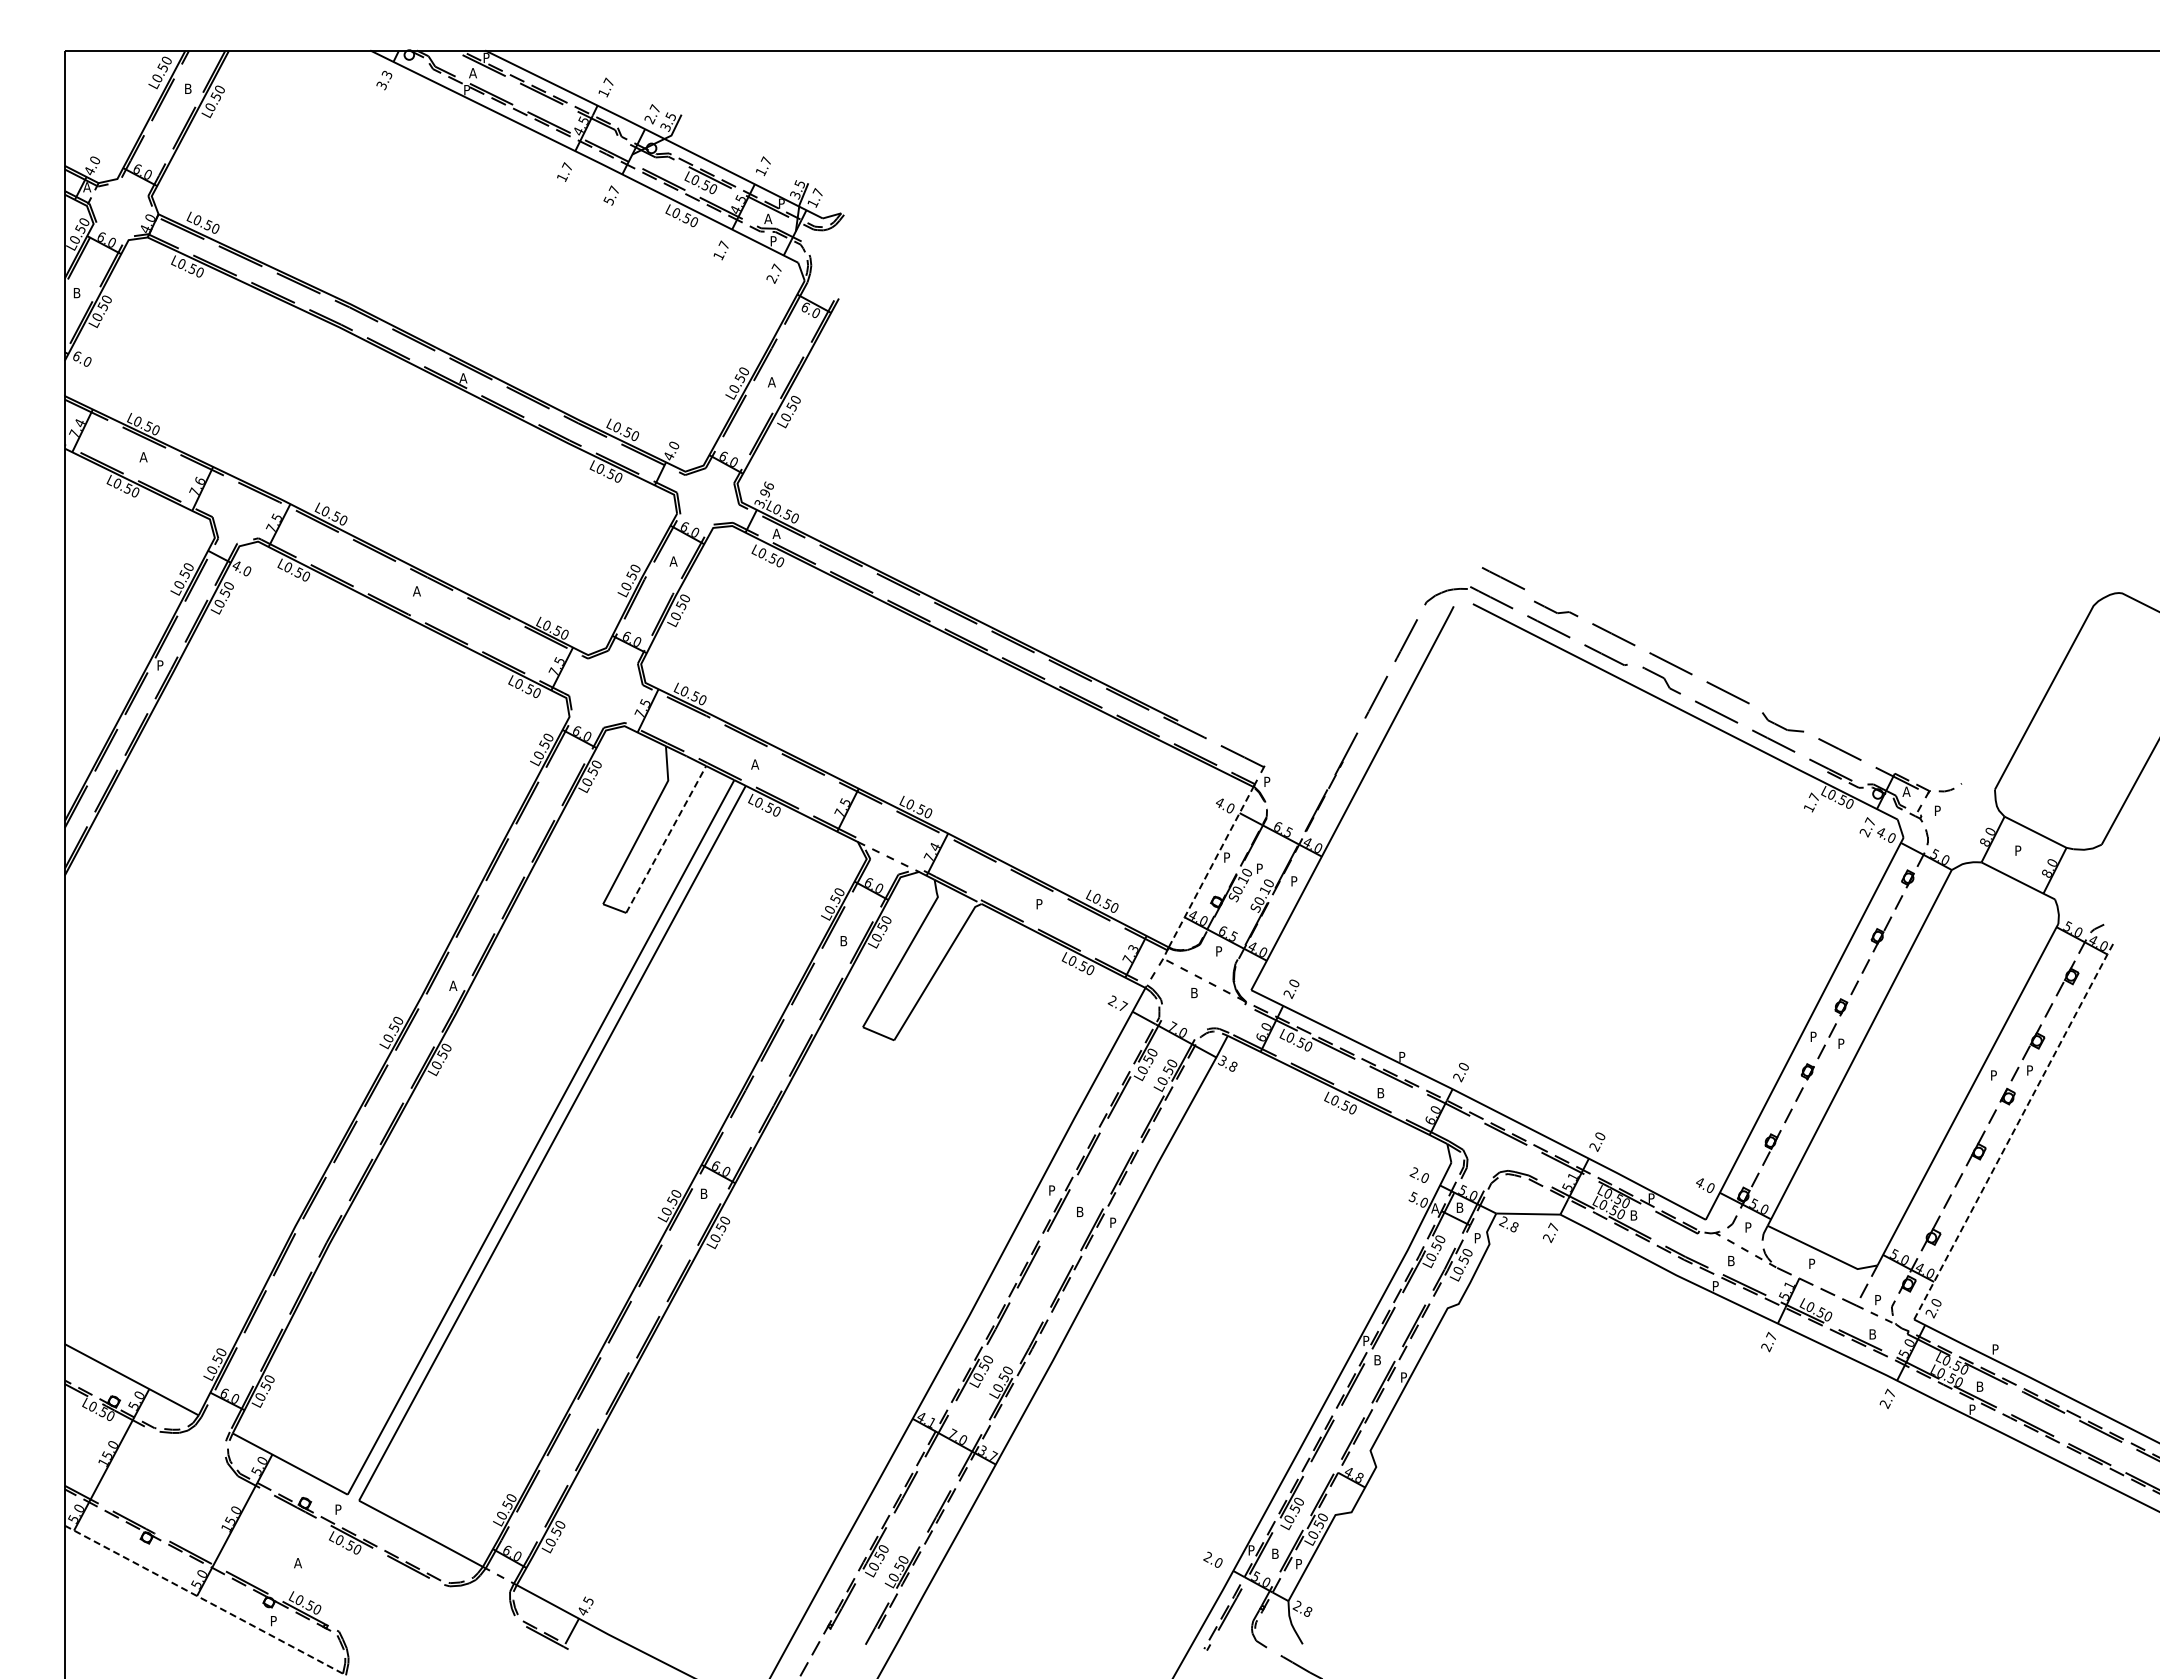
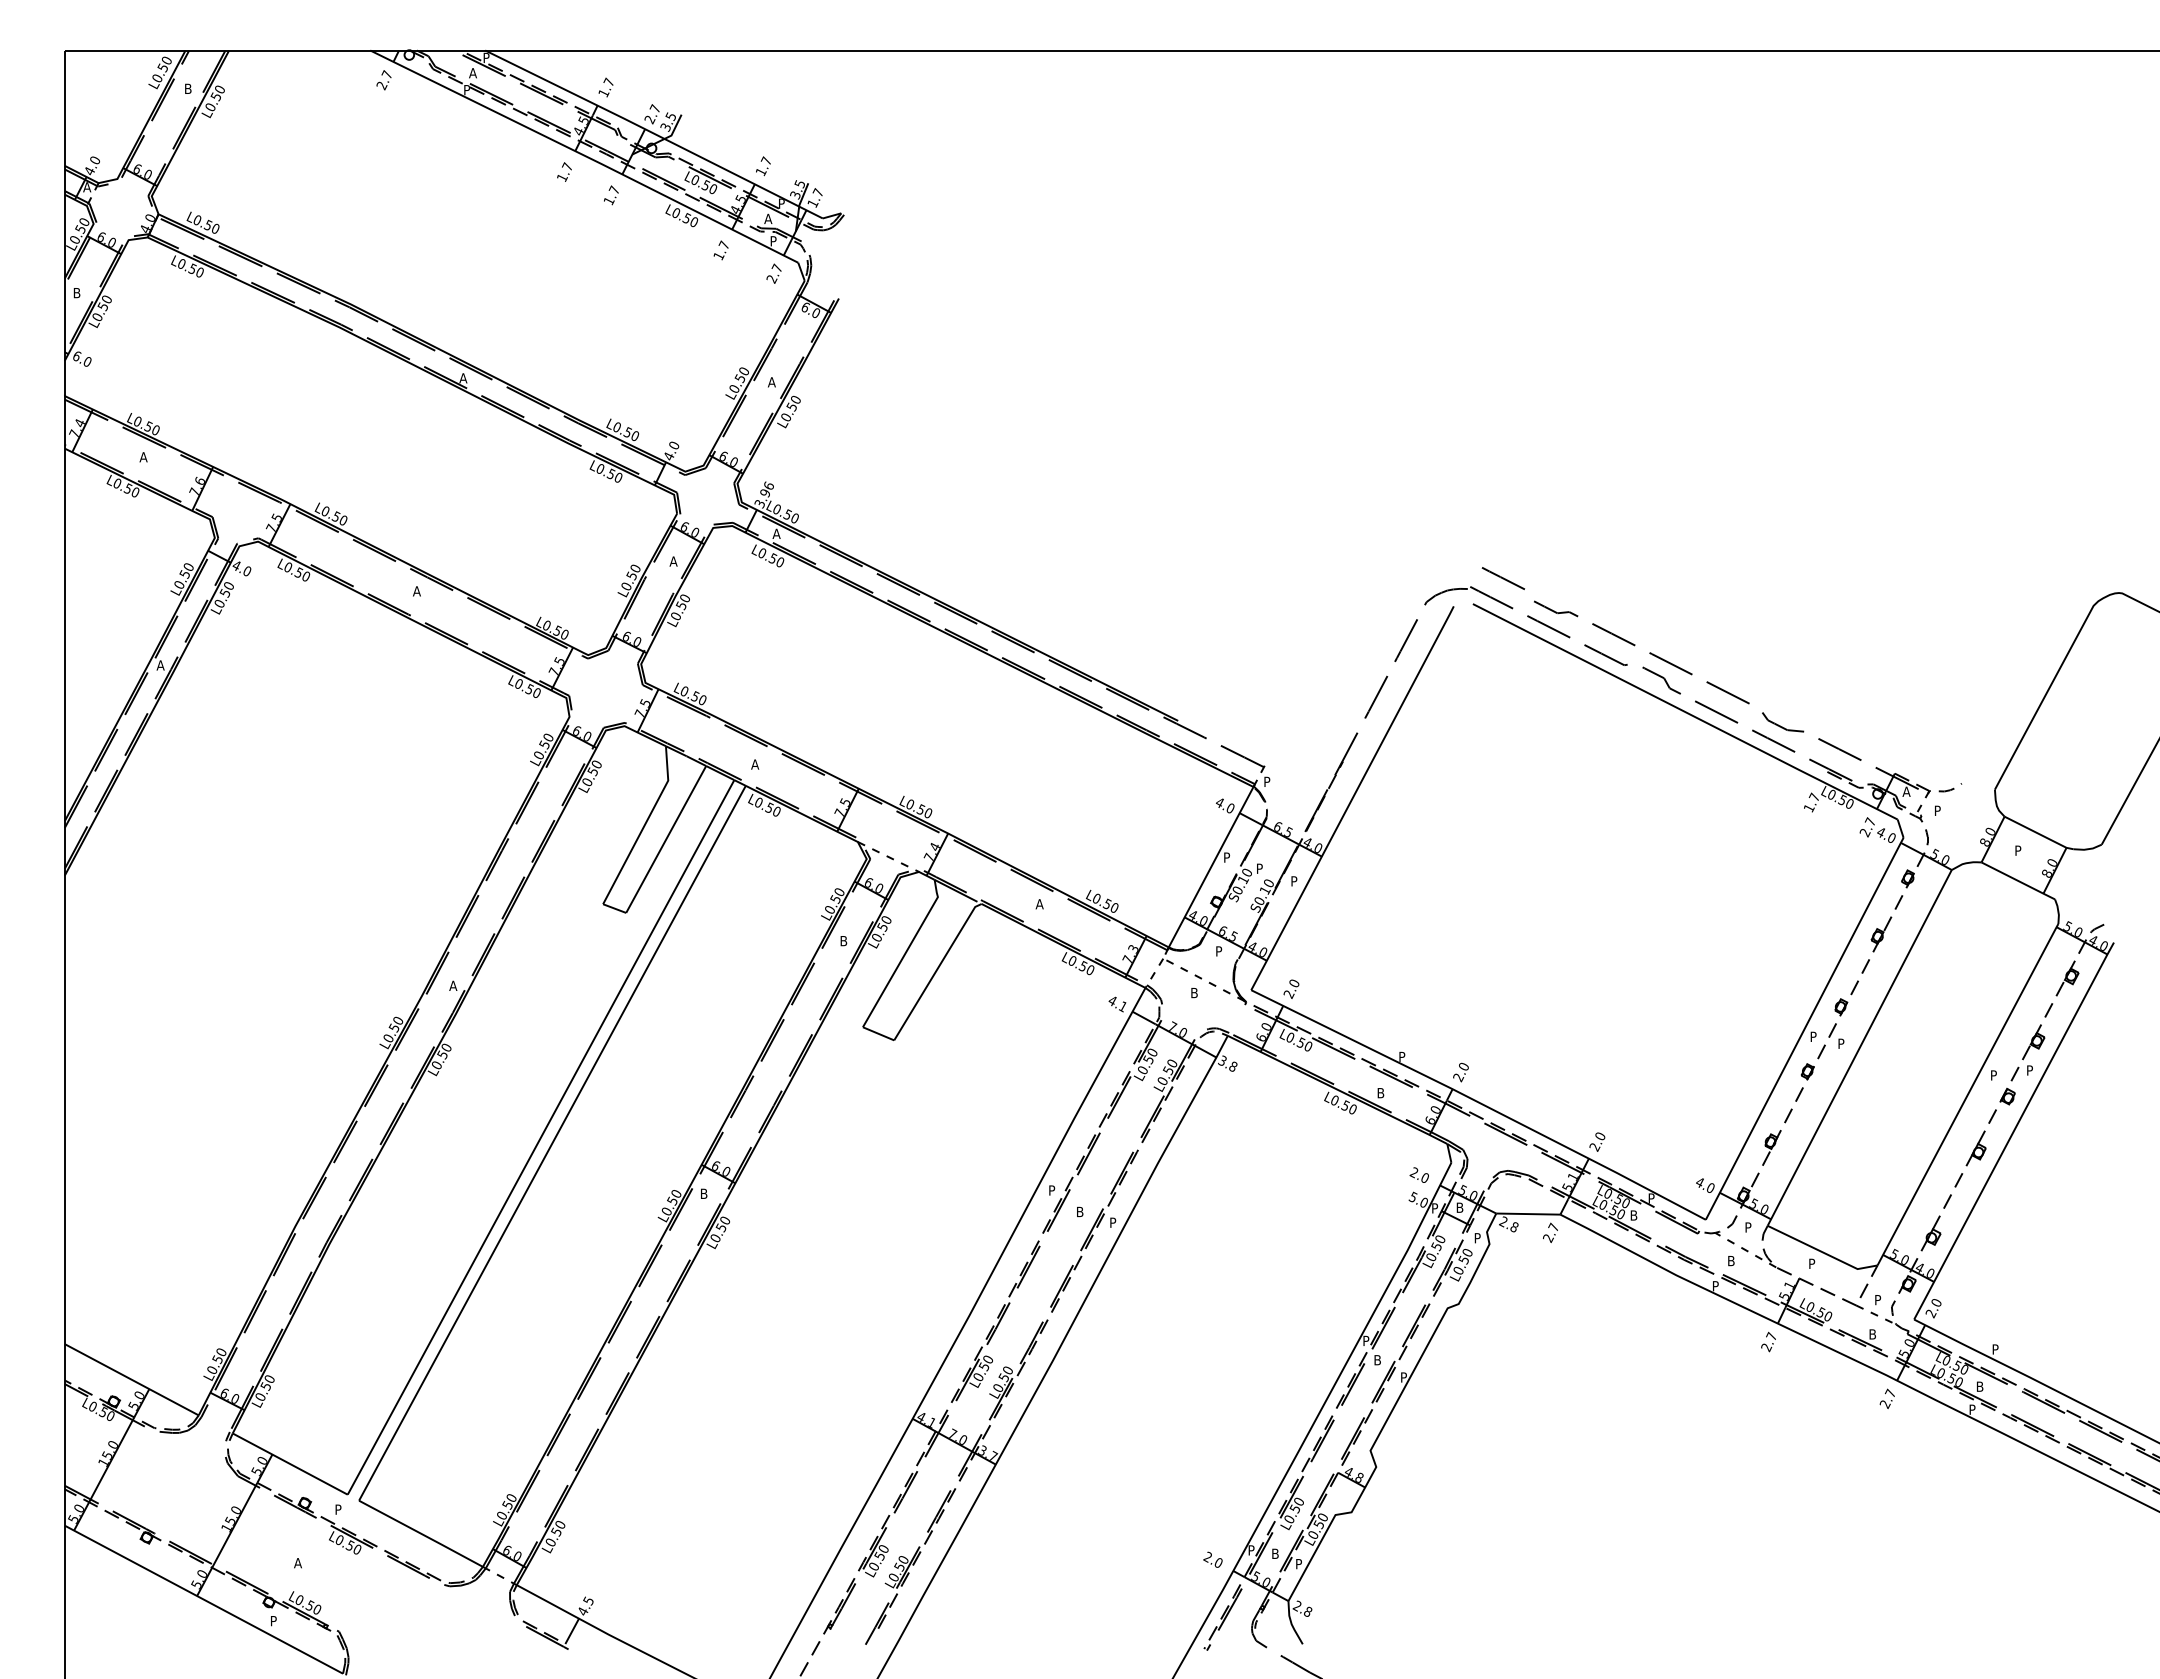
text at (384, 80): 3.3 -> 2.7
text at (608, 200): 5.7 -> 1.7
text at (160, 665): P -> A
line at (666, 839): dashed -> solid
line at (1211, 867): dashed -> solid
text at (1039, 904): P -> A
text at (1117, 1003): 2.7 -> 4.1
line at (2013, 1131): dashed -> solid
text at (1435, 1208): A -> P
line at (203, 1599): dashed -> solid
